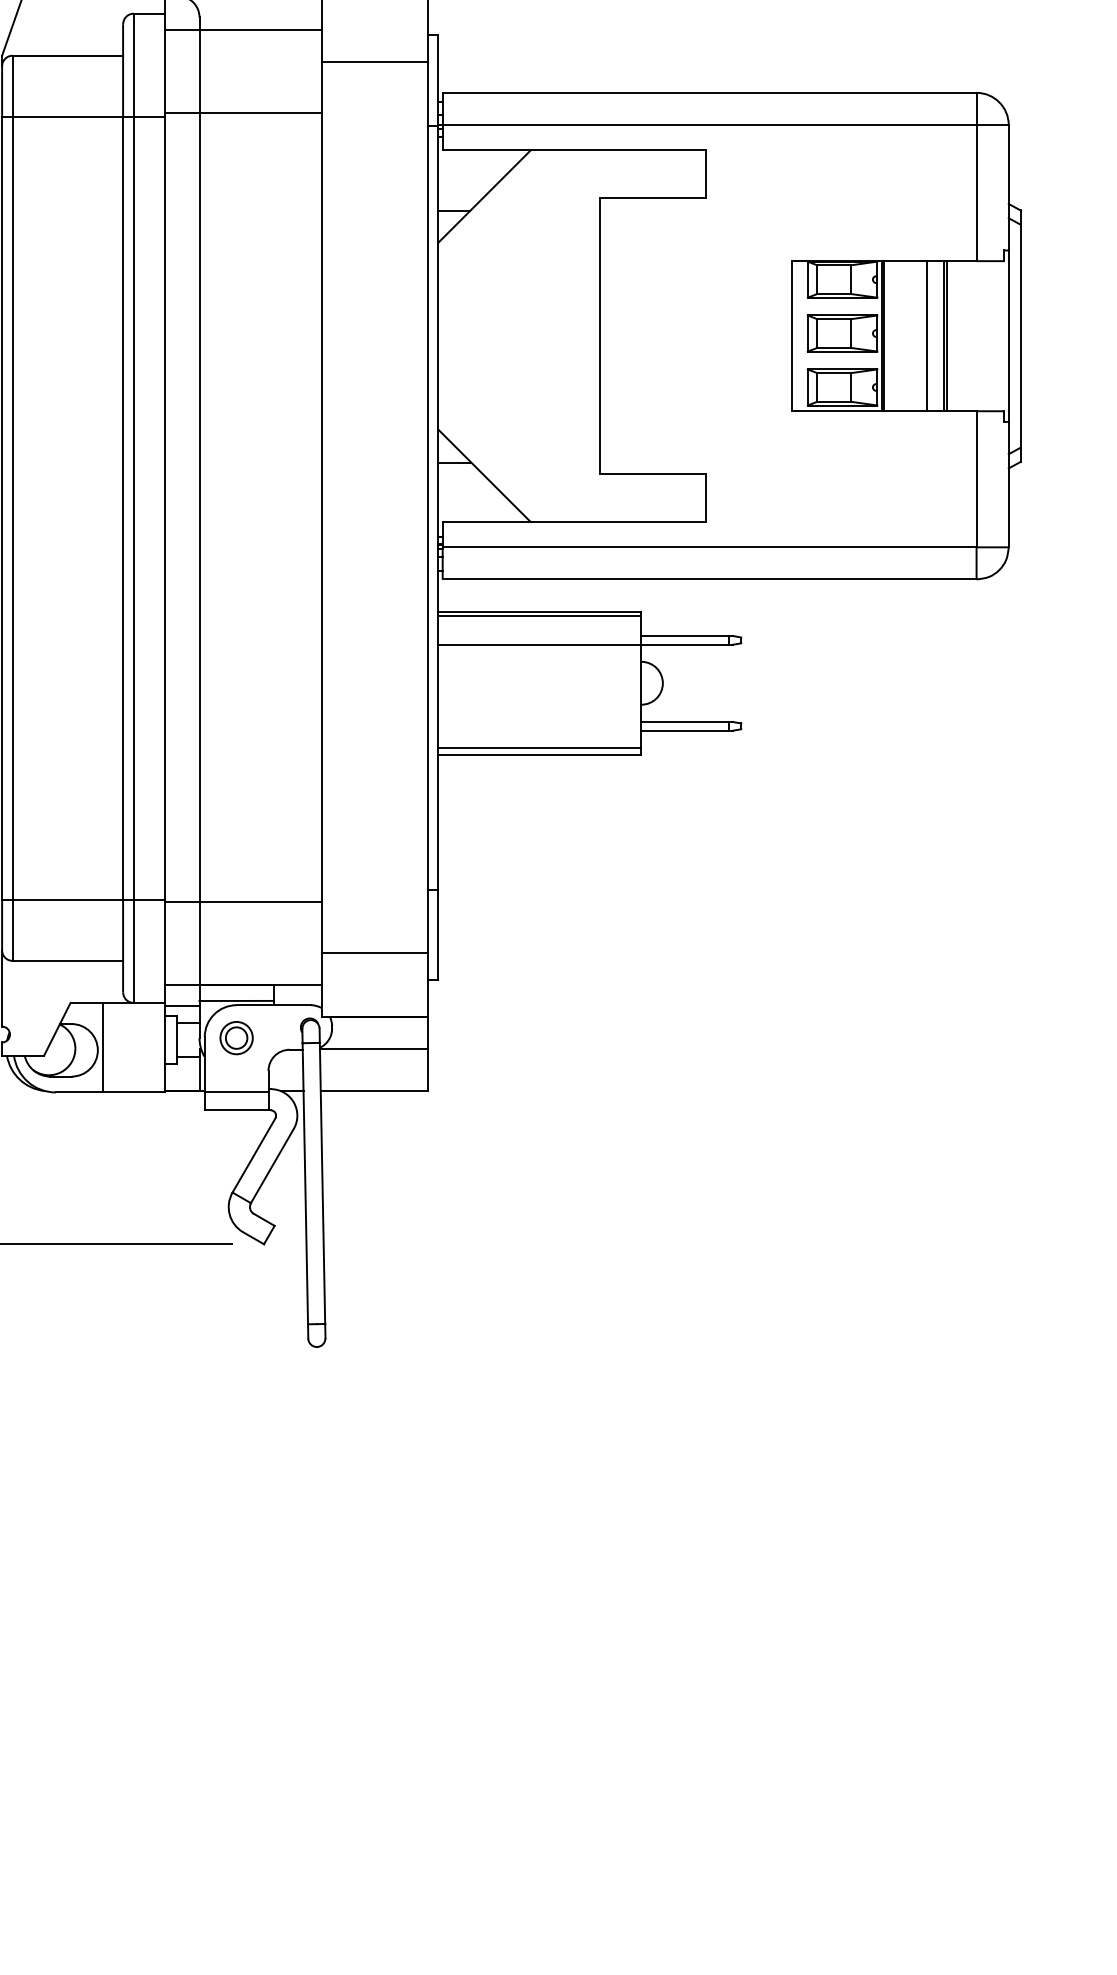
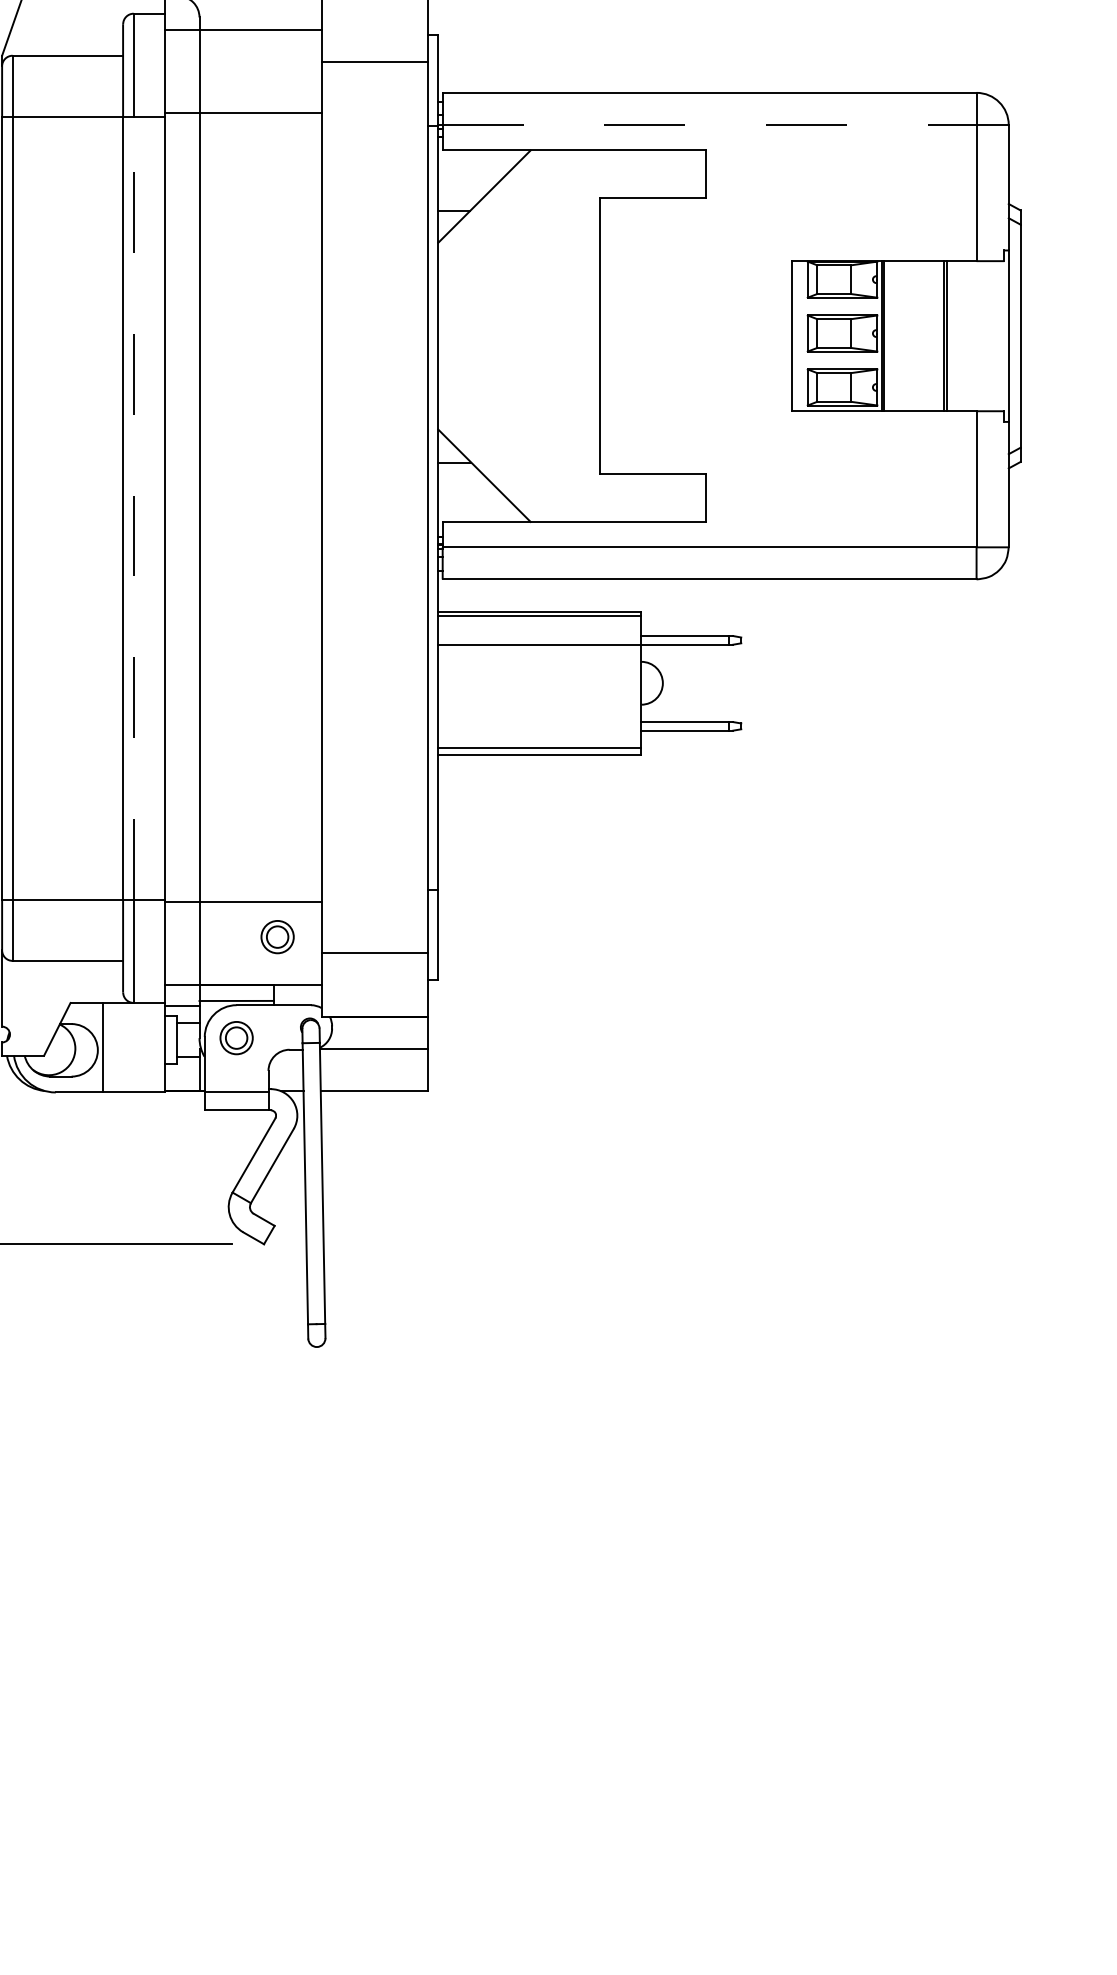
line at (709, 125): solid -> dashed
line at (927, 336): present -> none
line at (133, 508): solid -> dashed
part at (277, 937): none -> present
